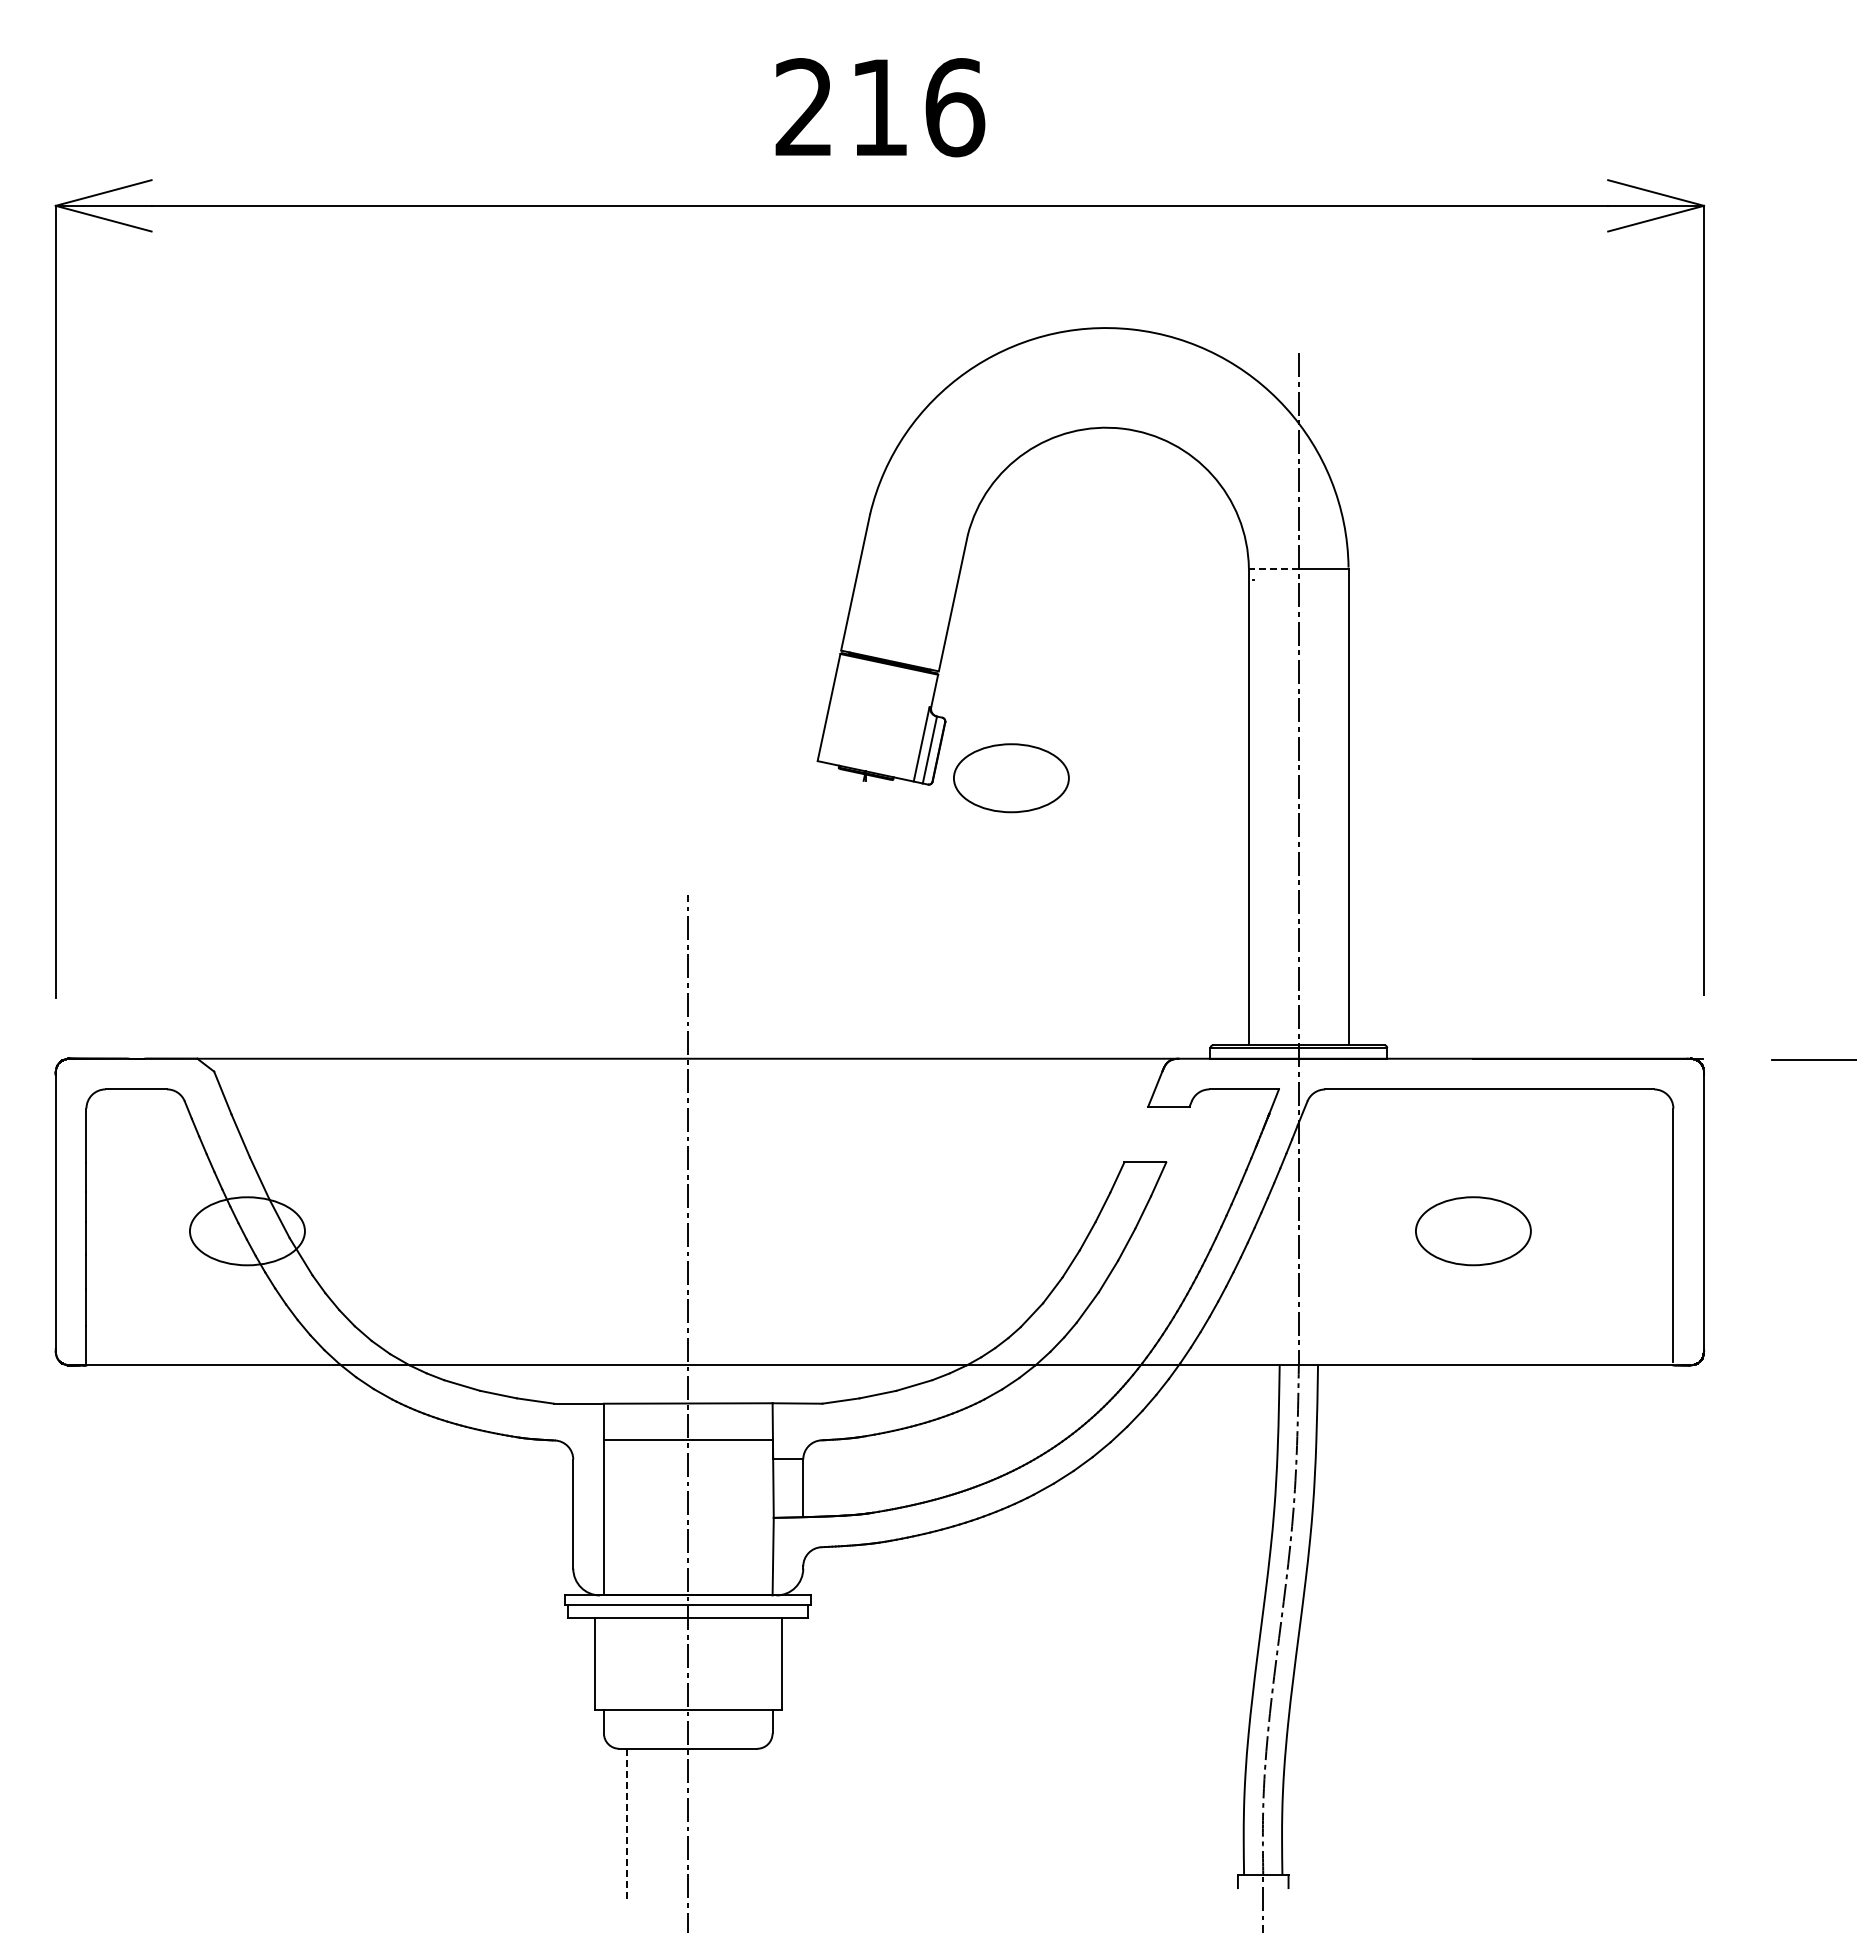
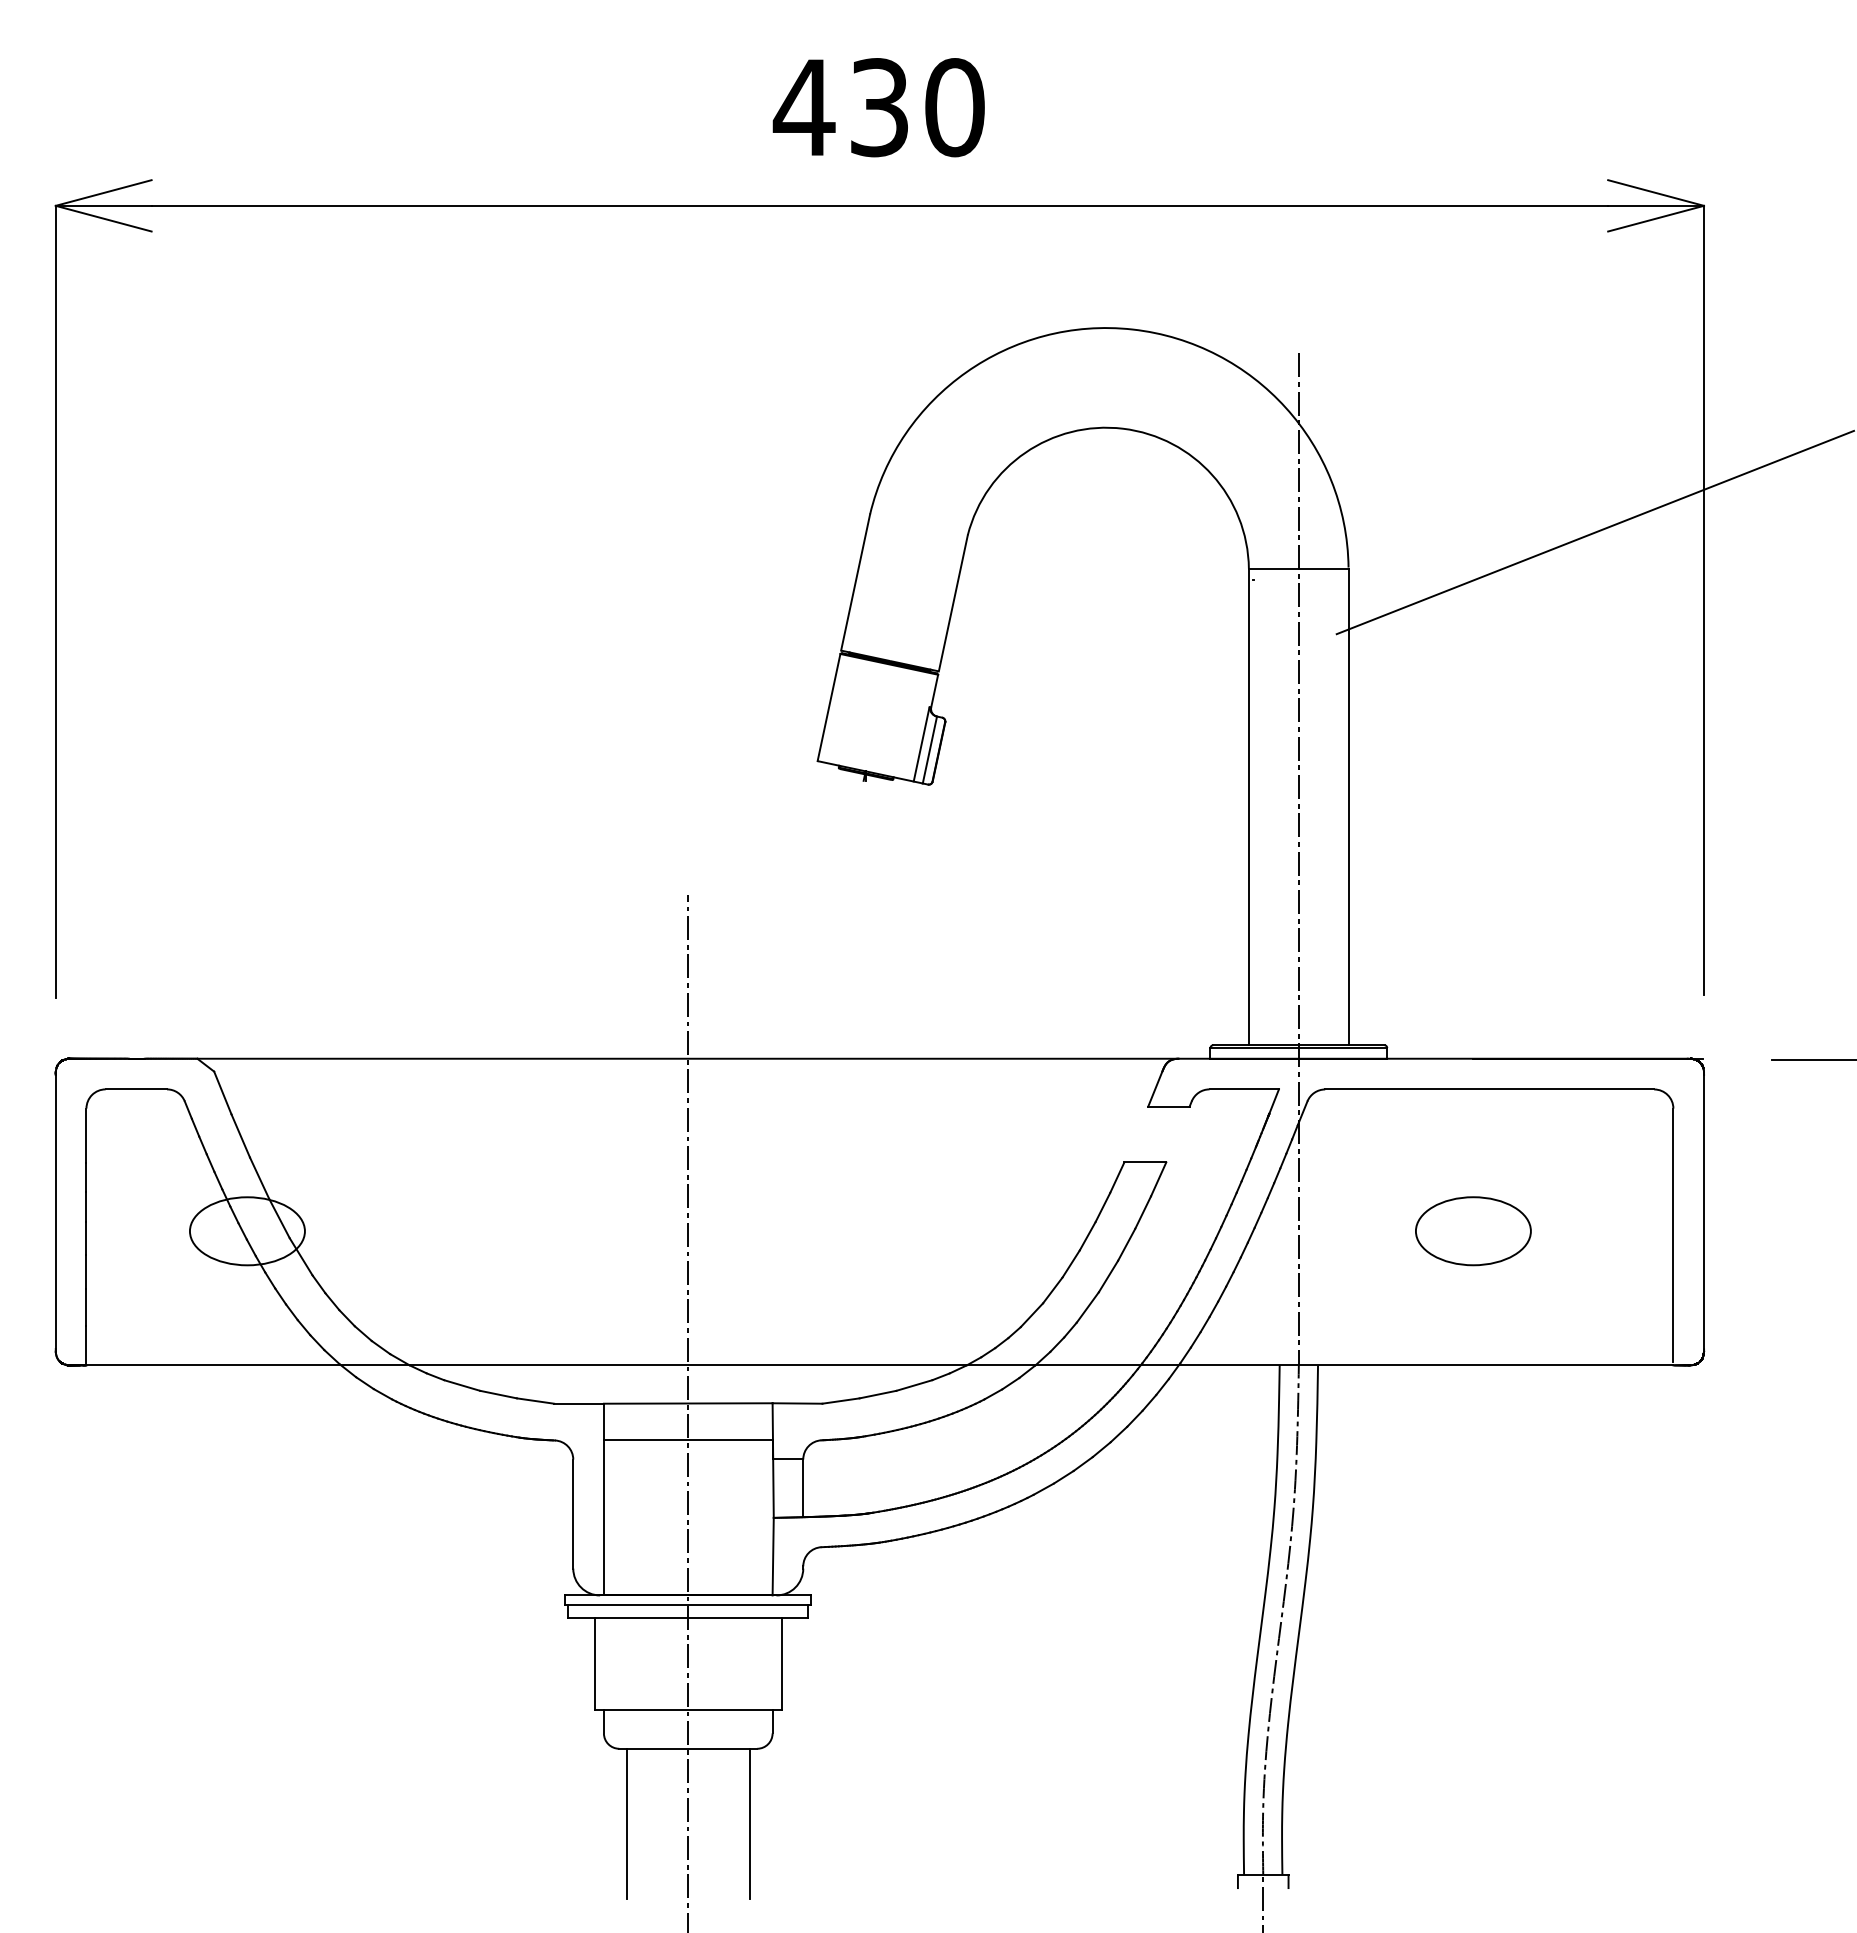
text at (878, 107): 216 -> 430
line at (1594, 532): none -> present
line at (1273, 568): dashed -> solid
part at (1011, 778): present -> none
line at (749, 1823): none -> present
line at (626, 1824): dashed -> solid
